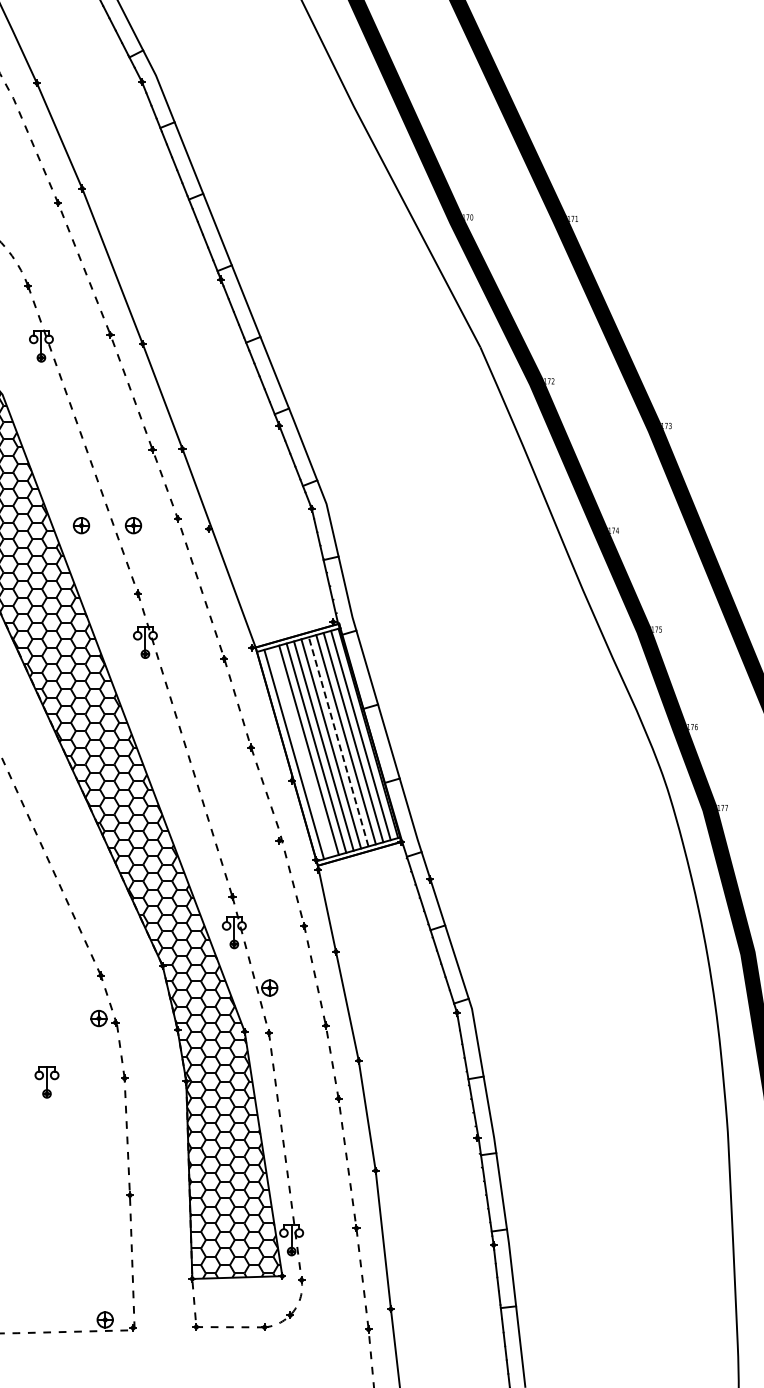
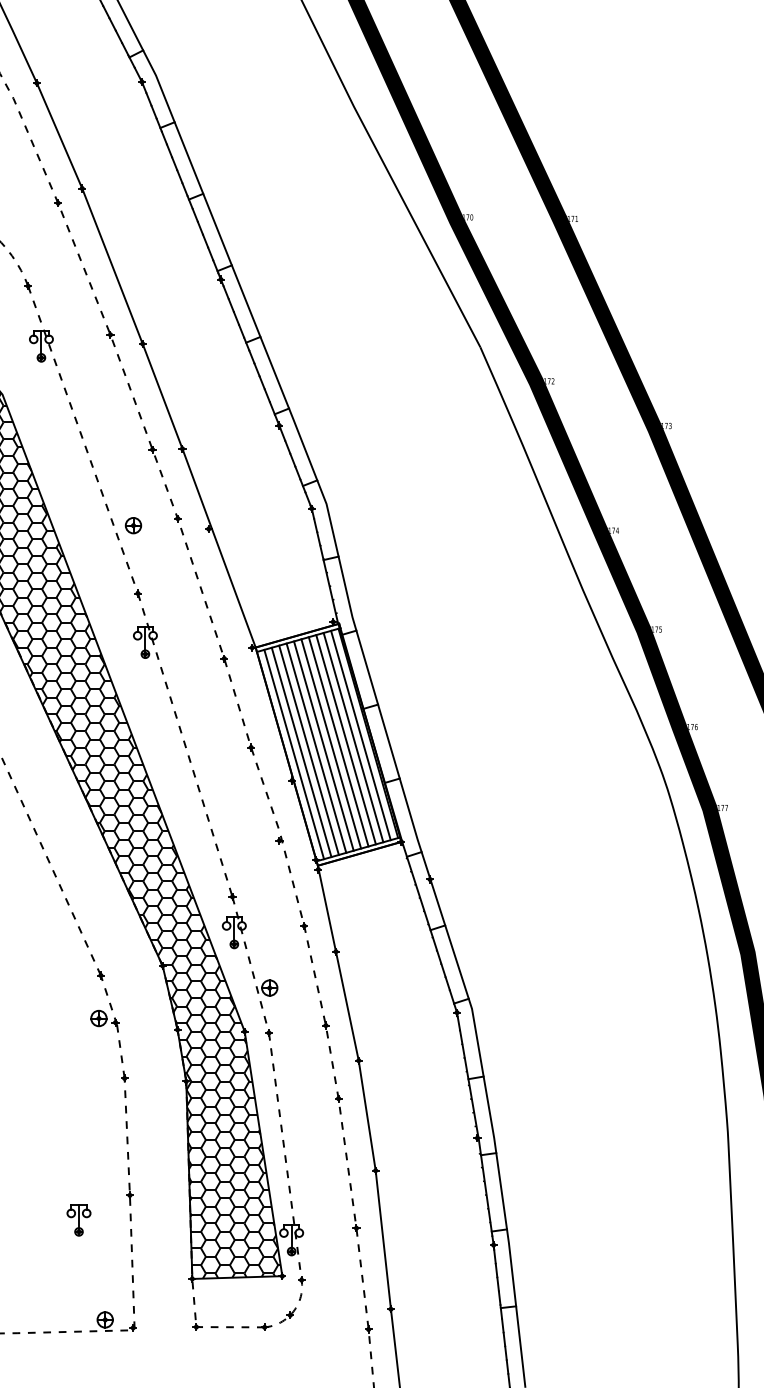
part at (81, 525): present -> none
line at (338, 741): dashed -> solid
line at (301, 752): none -> present
part at (46, 1082) position: (46, 1082) -> (78, 1220)
